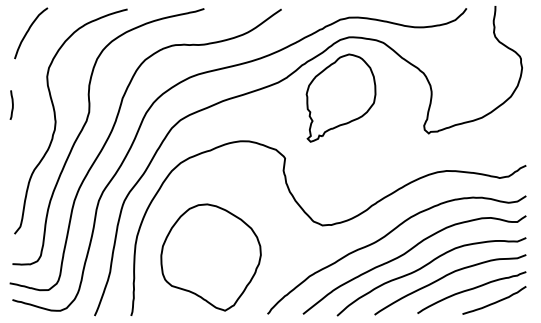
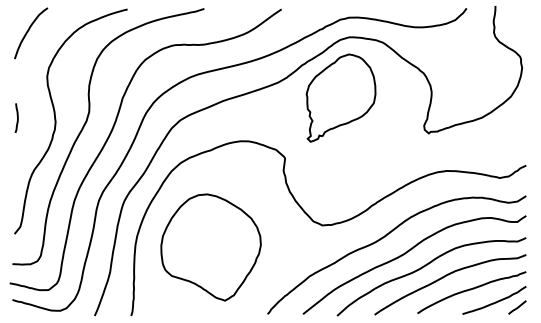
curve at (12, 104) position: (12, 104) -> (17, 117)
part at (210, 257) position: (210, 257) -> (210, 247)
line at (517, 307): none -> present
